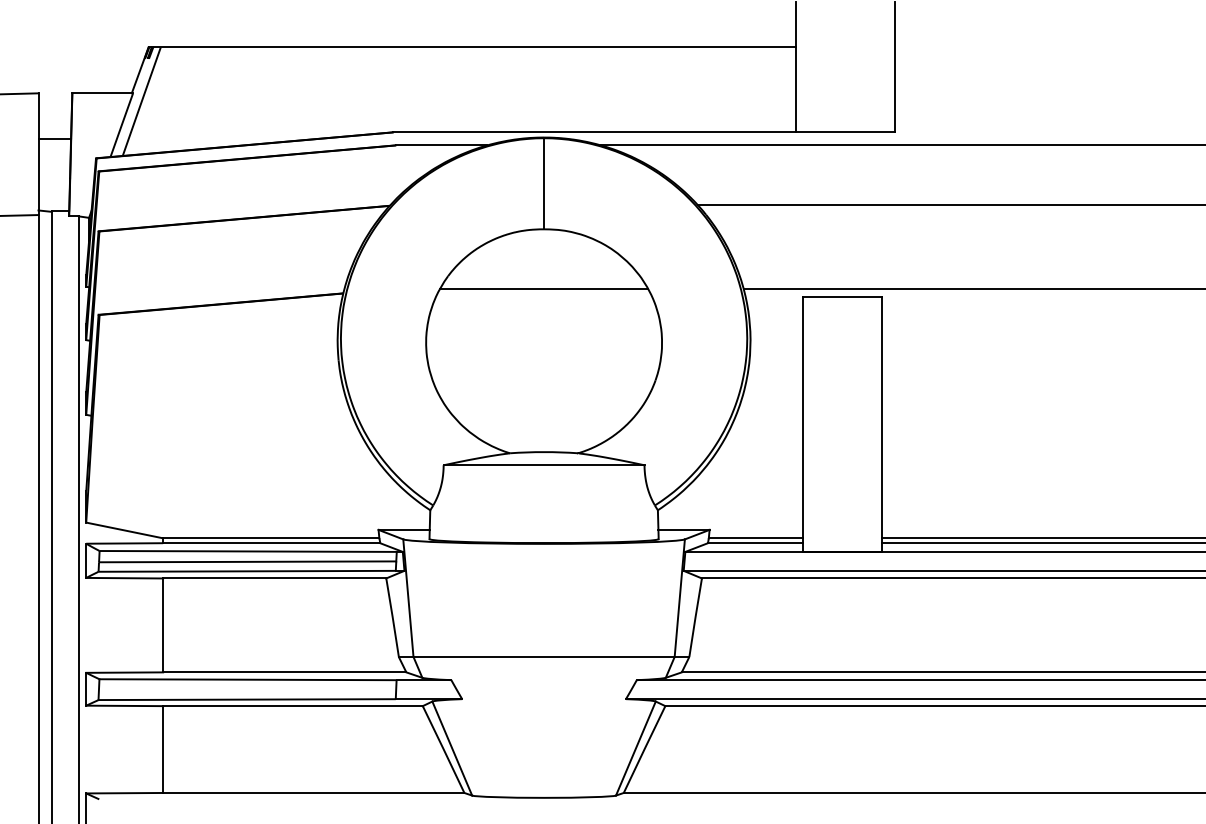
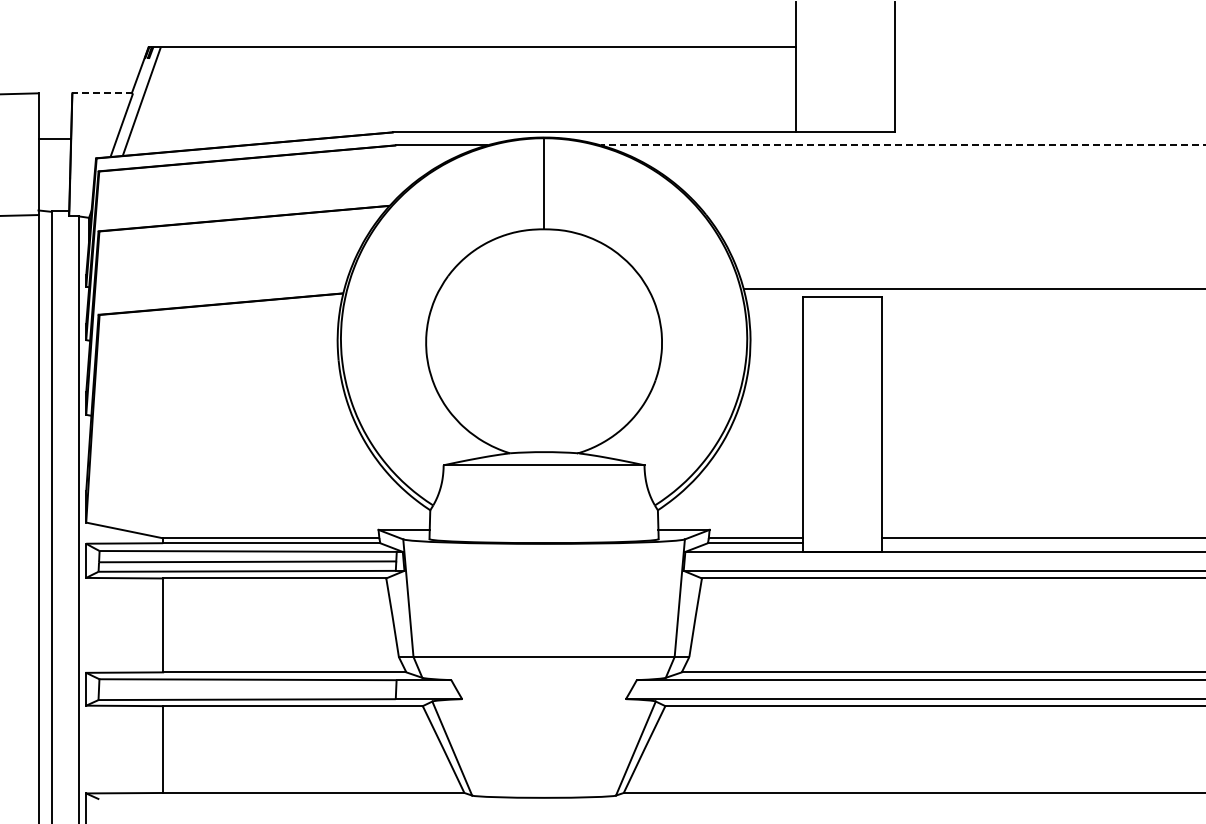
line at (102, 93): solid -> dashed
line at (902, 145): solid -> dashed
line at (950, 205): present -> none
line at (544, 288): present -> none
line at (1041, 543): present -> none
